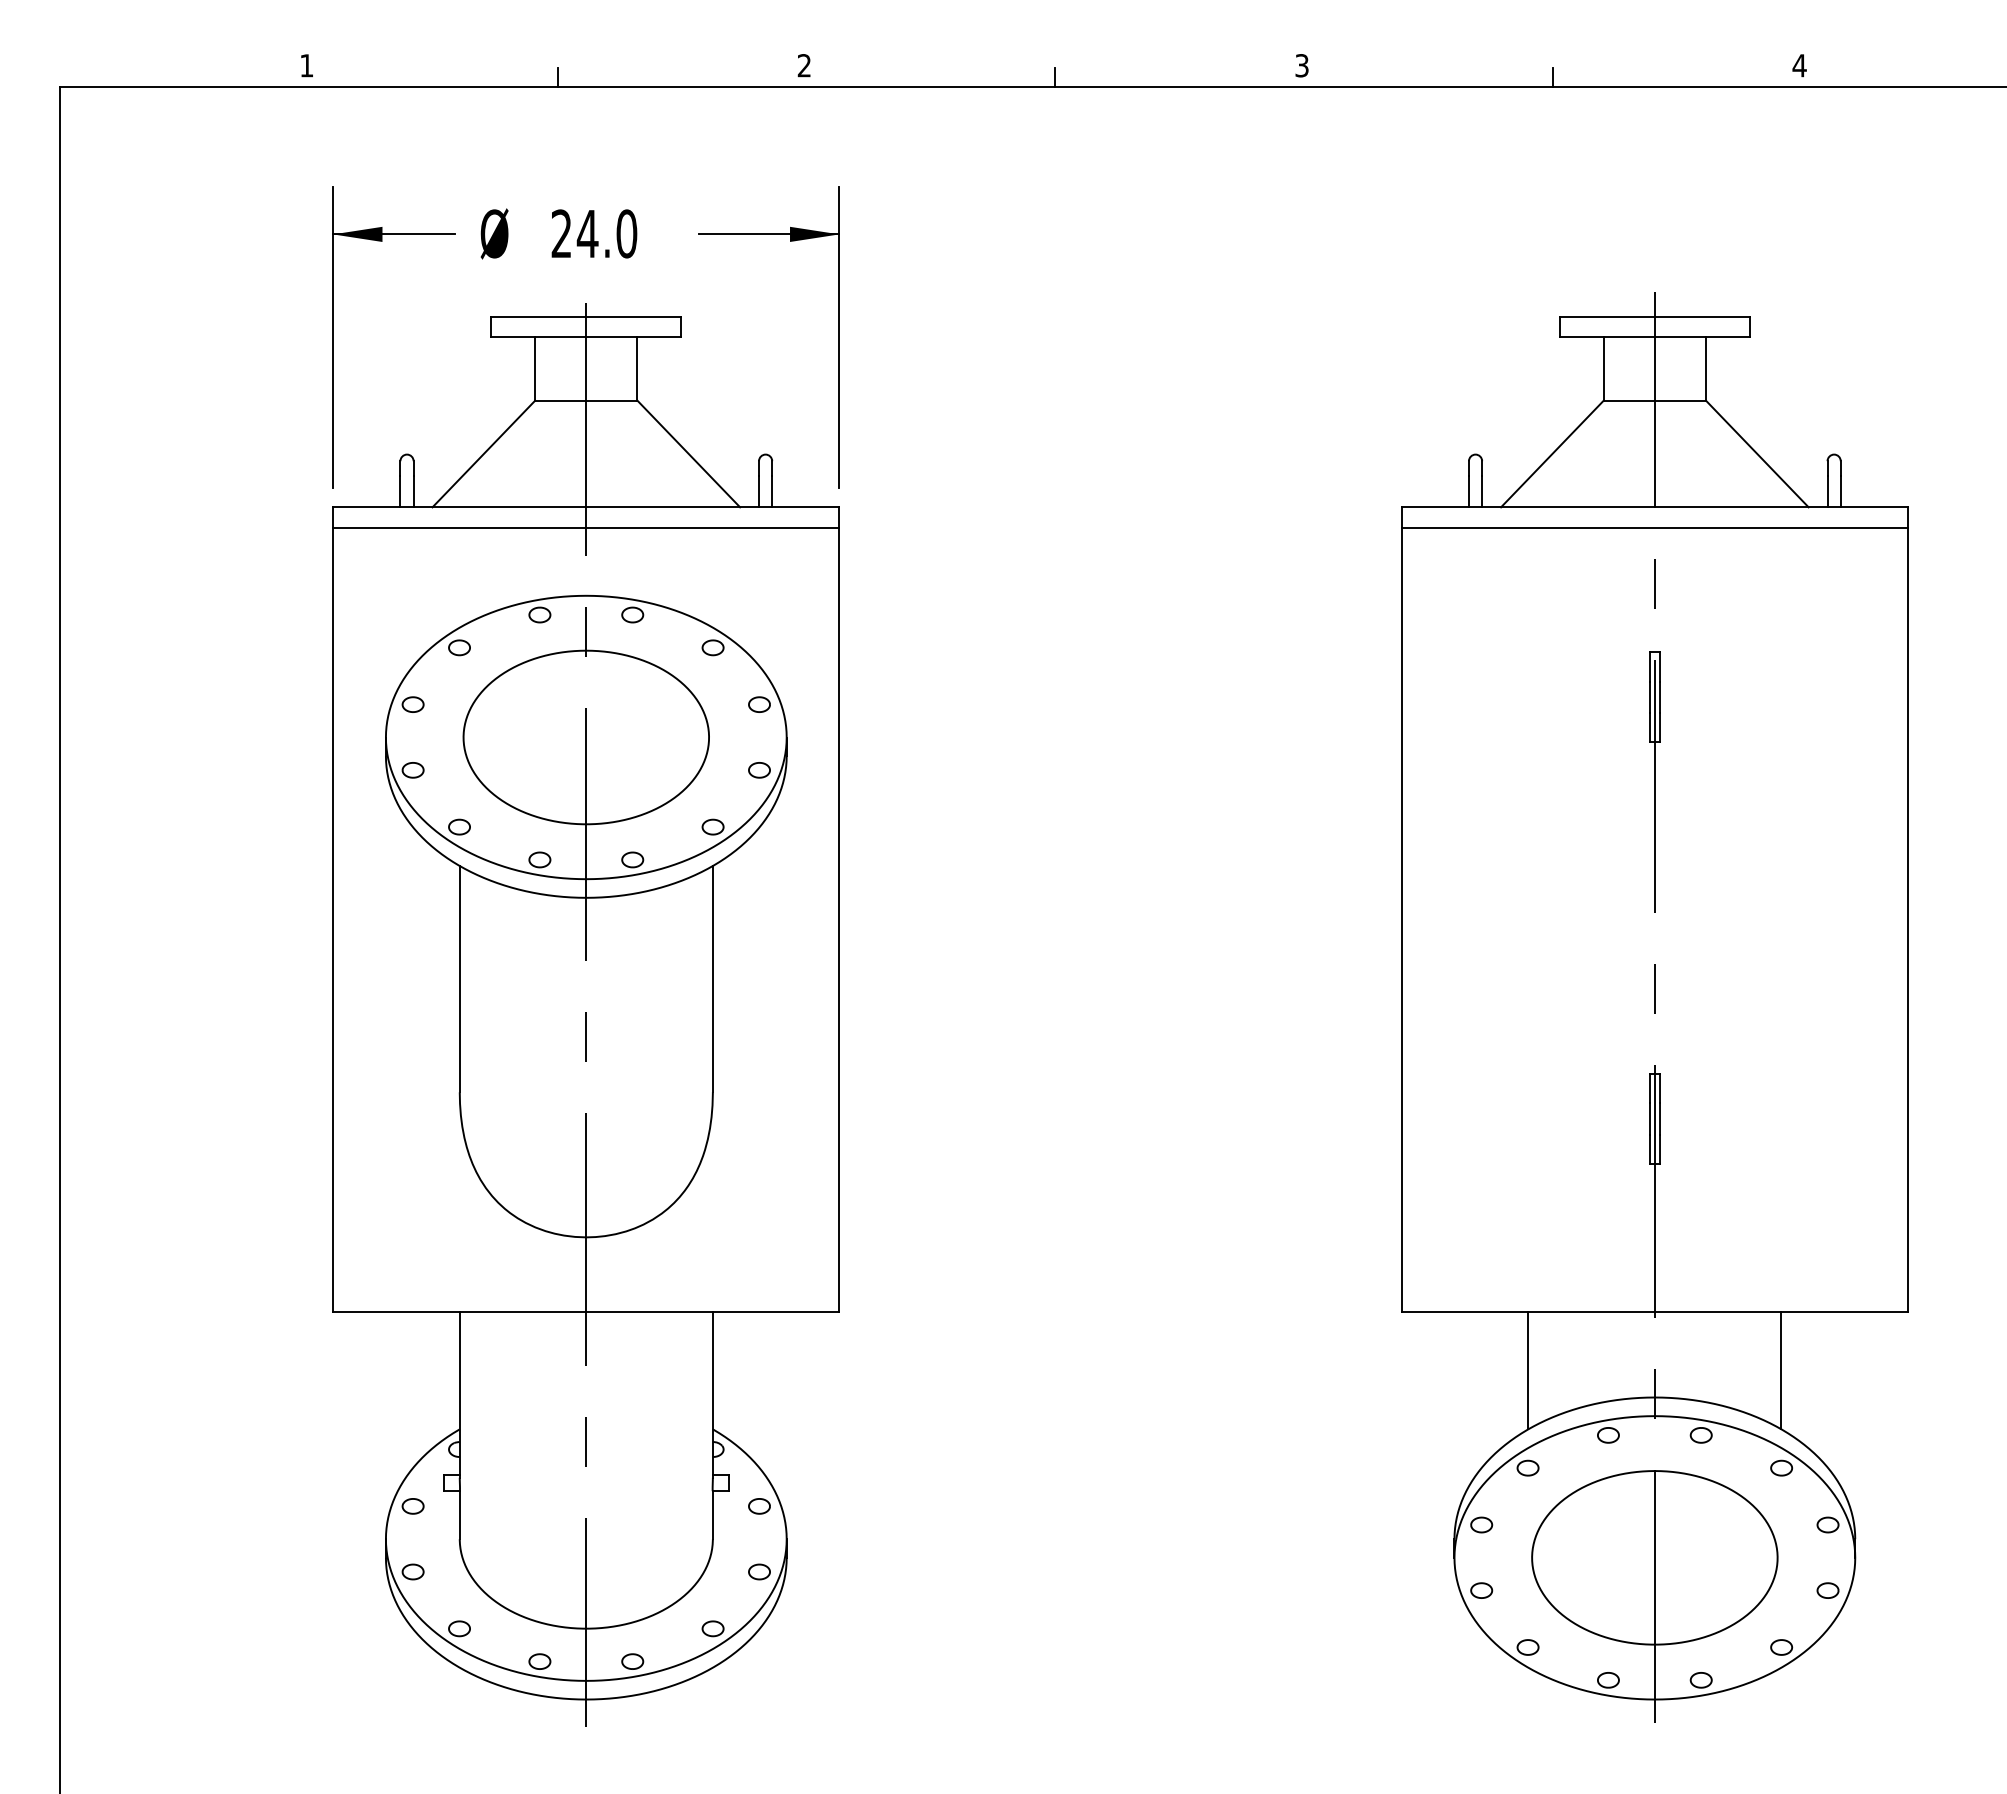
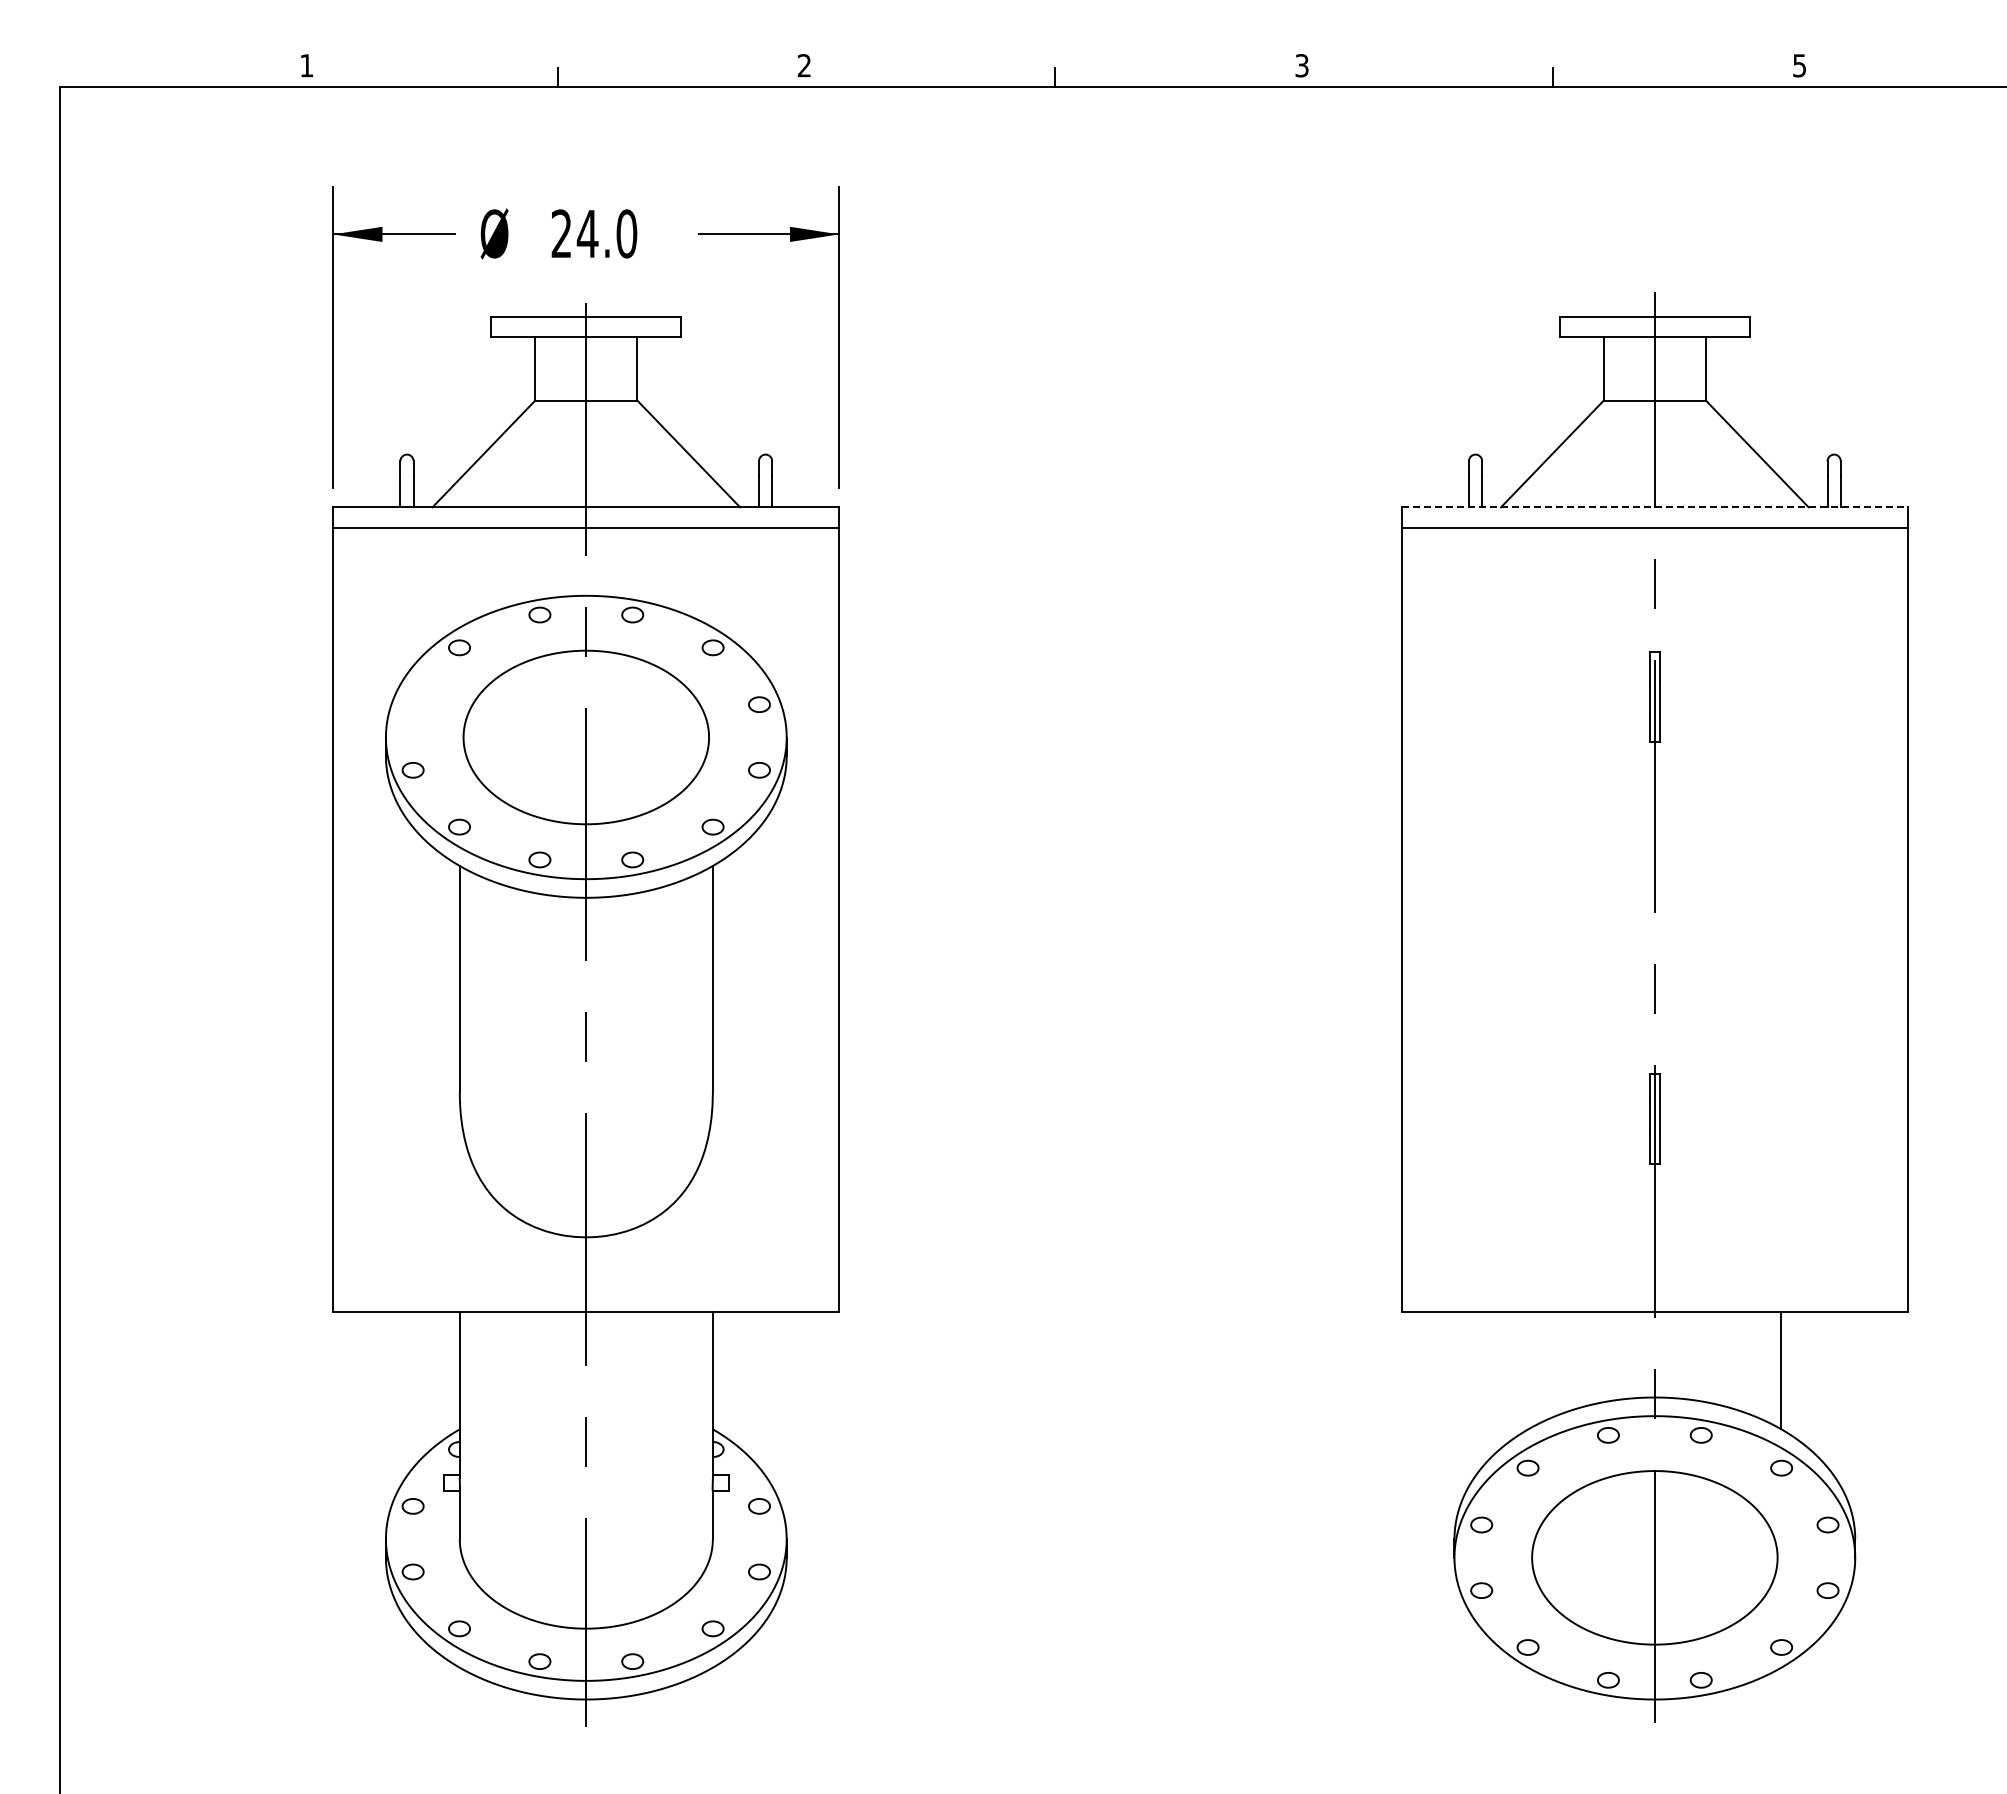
text at (1799, 65): 4 -> 5
line at (1655, 507): solid -> dashed
part at (412, 704): present -> none
line at (1528, 1370): present -> none
